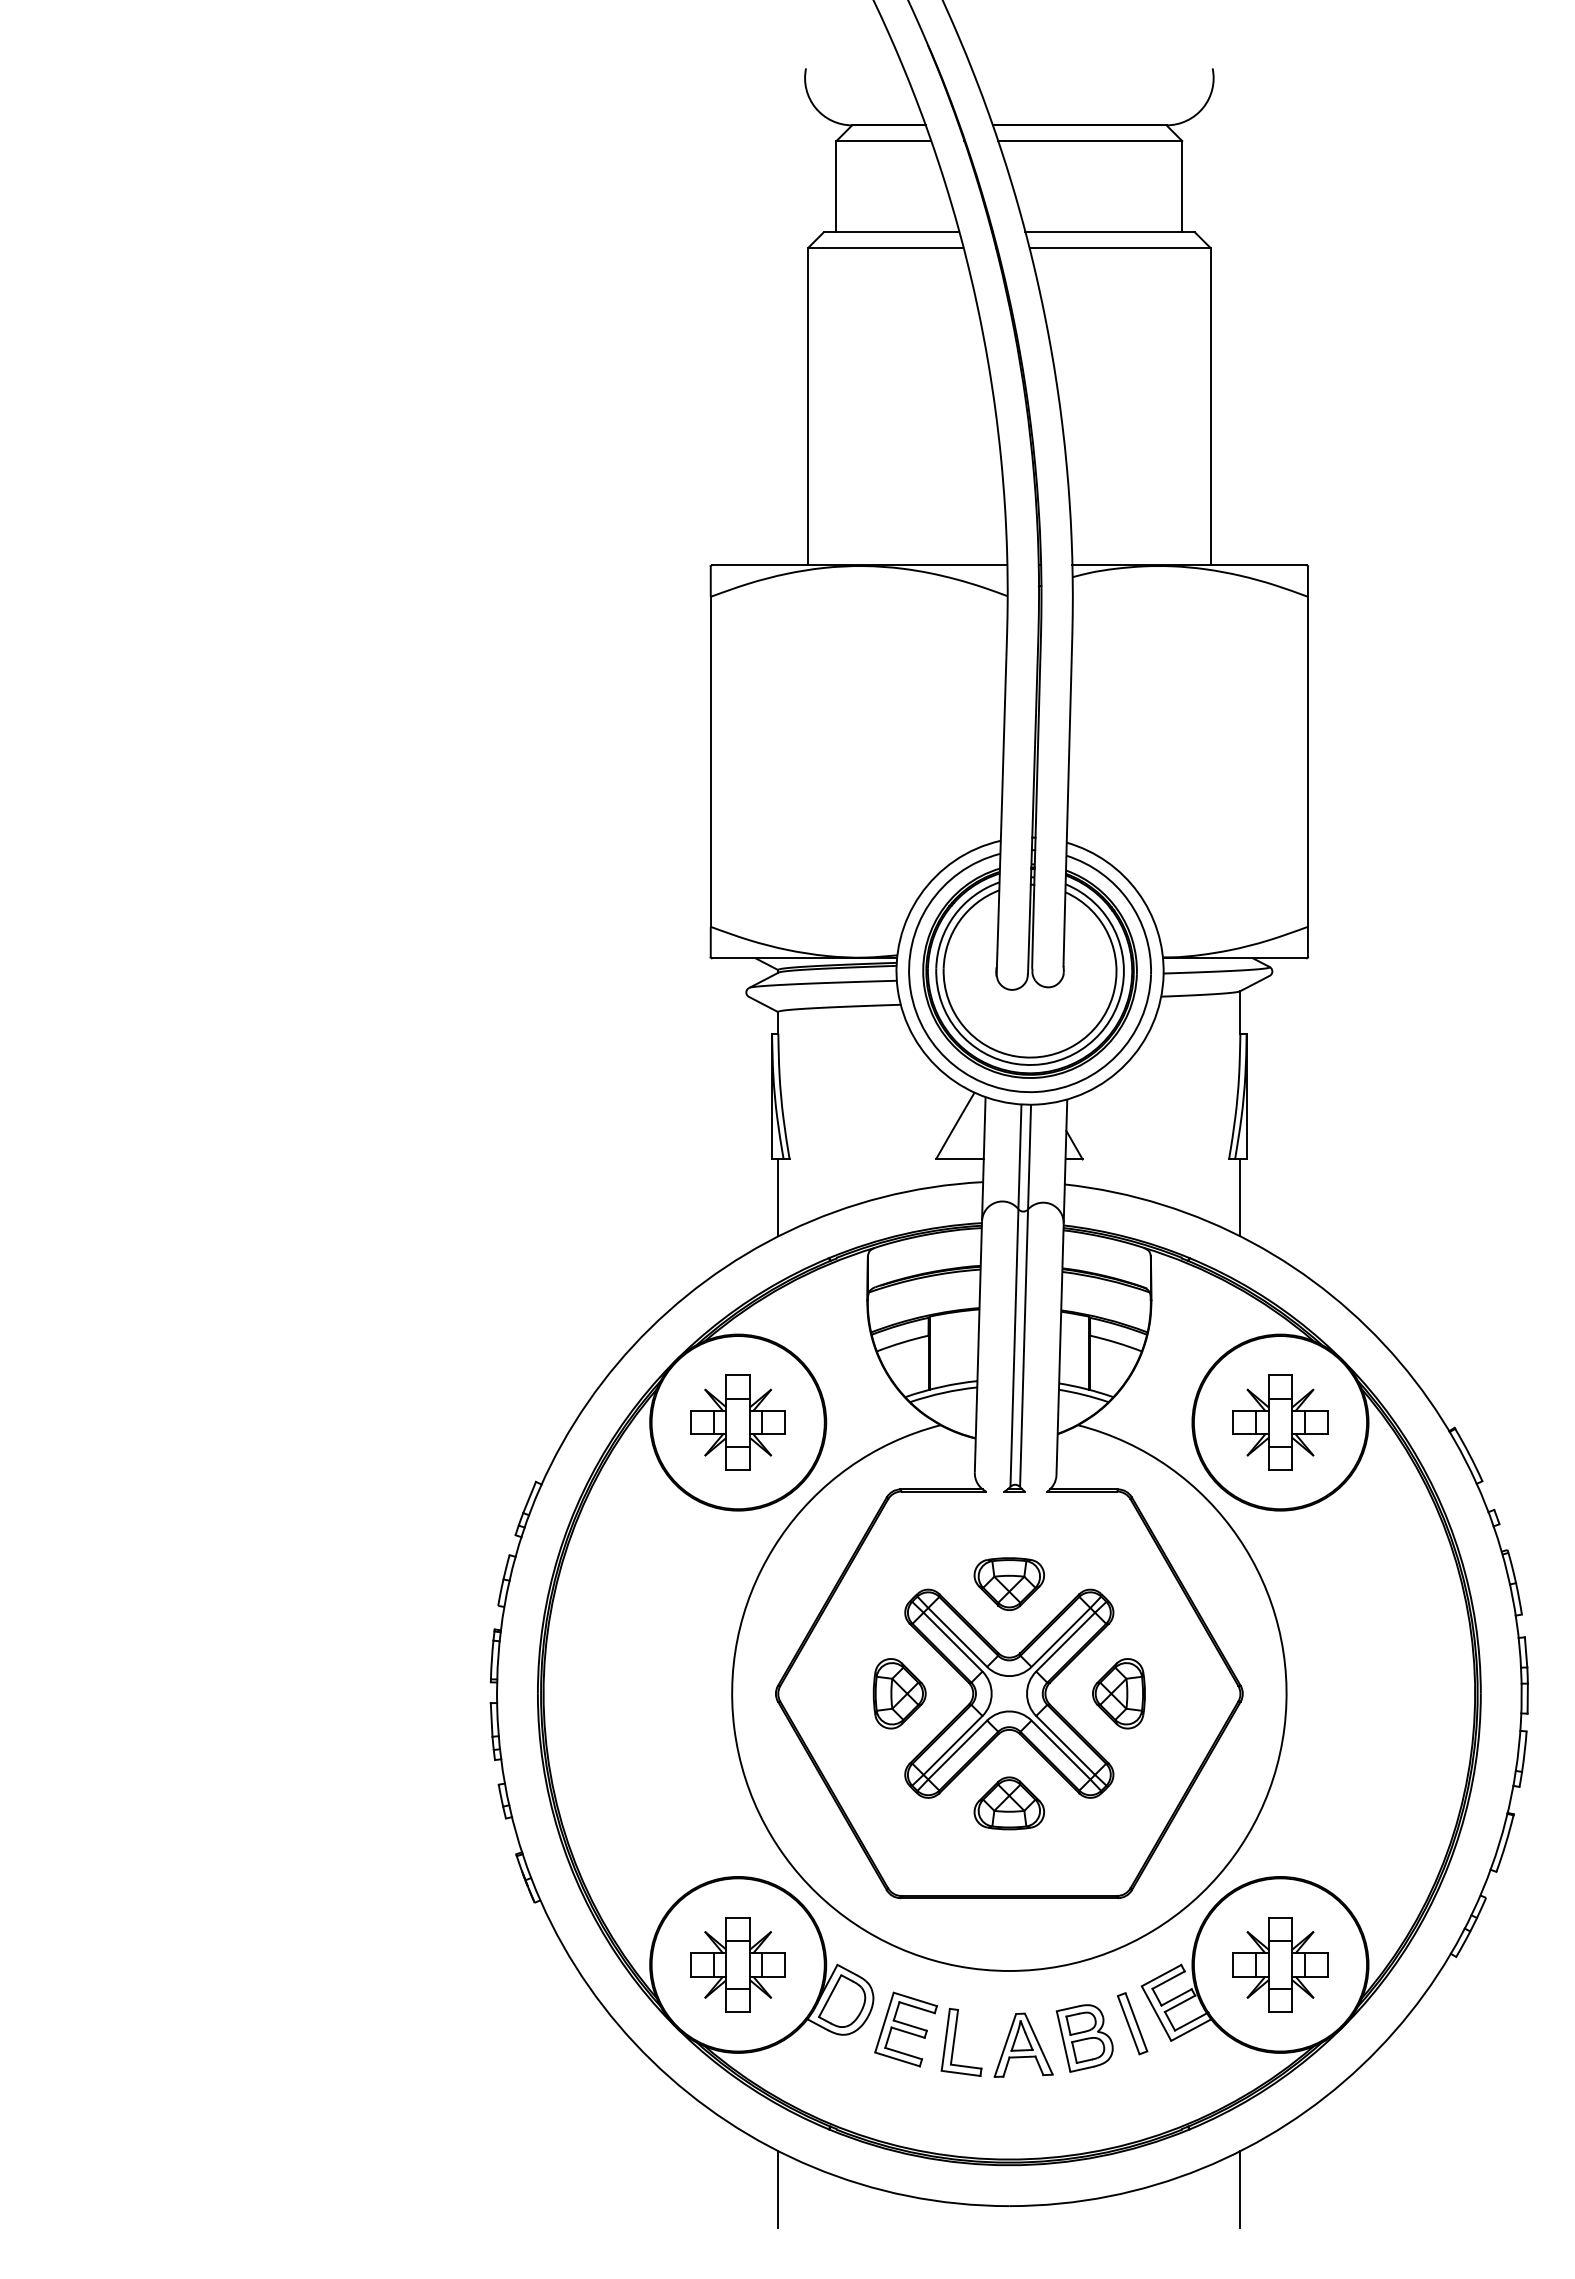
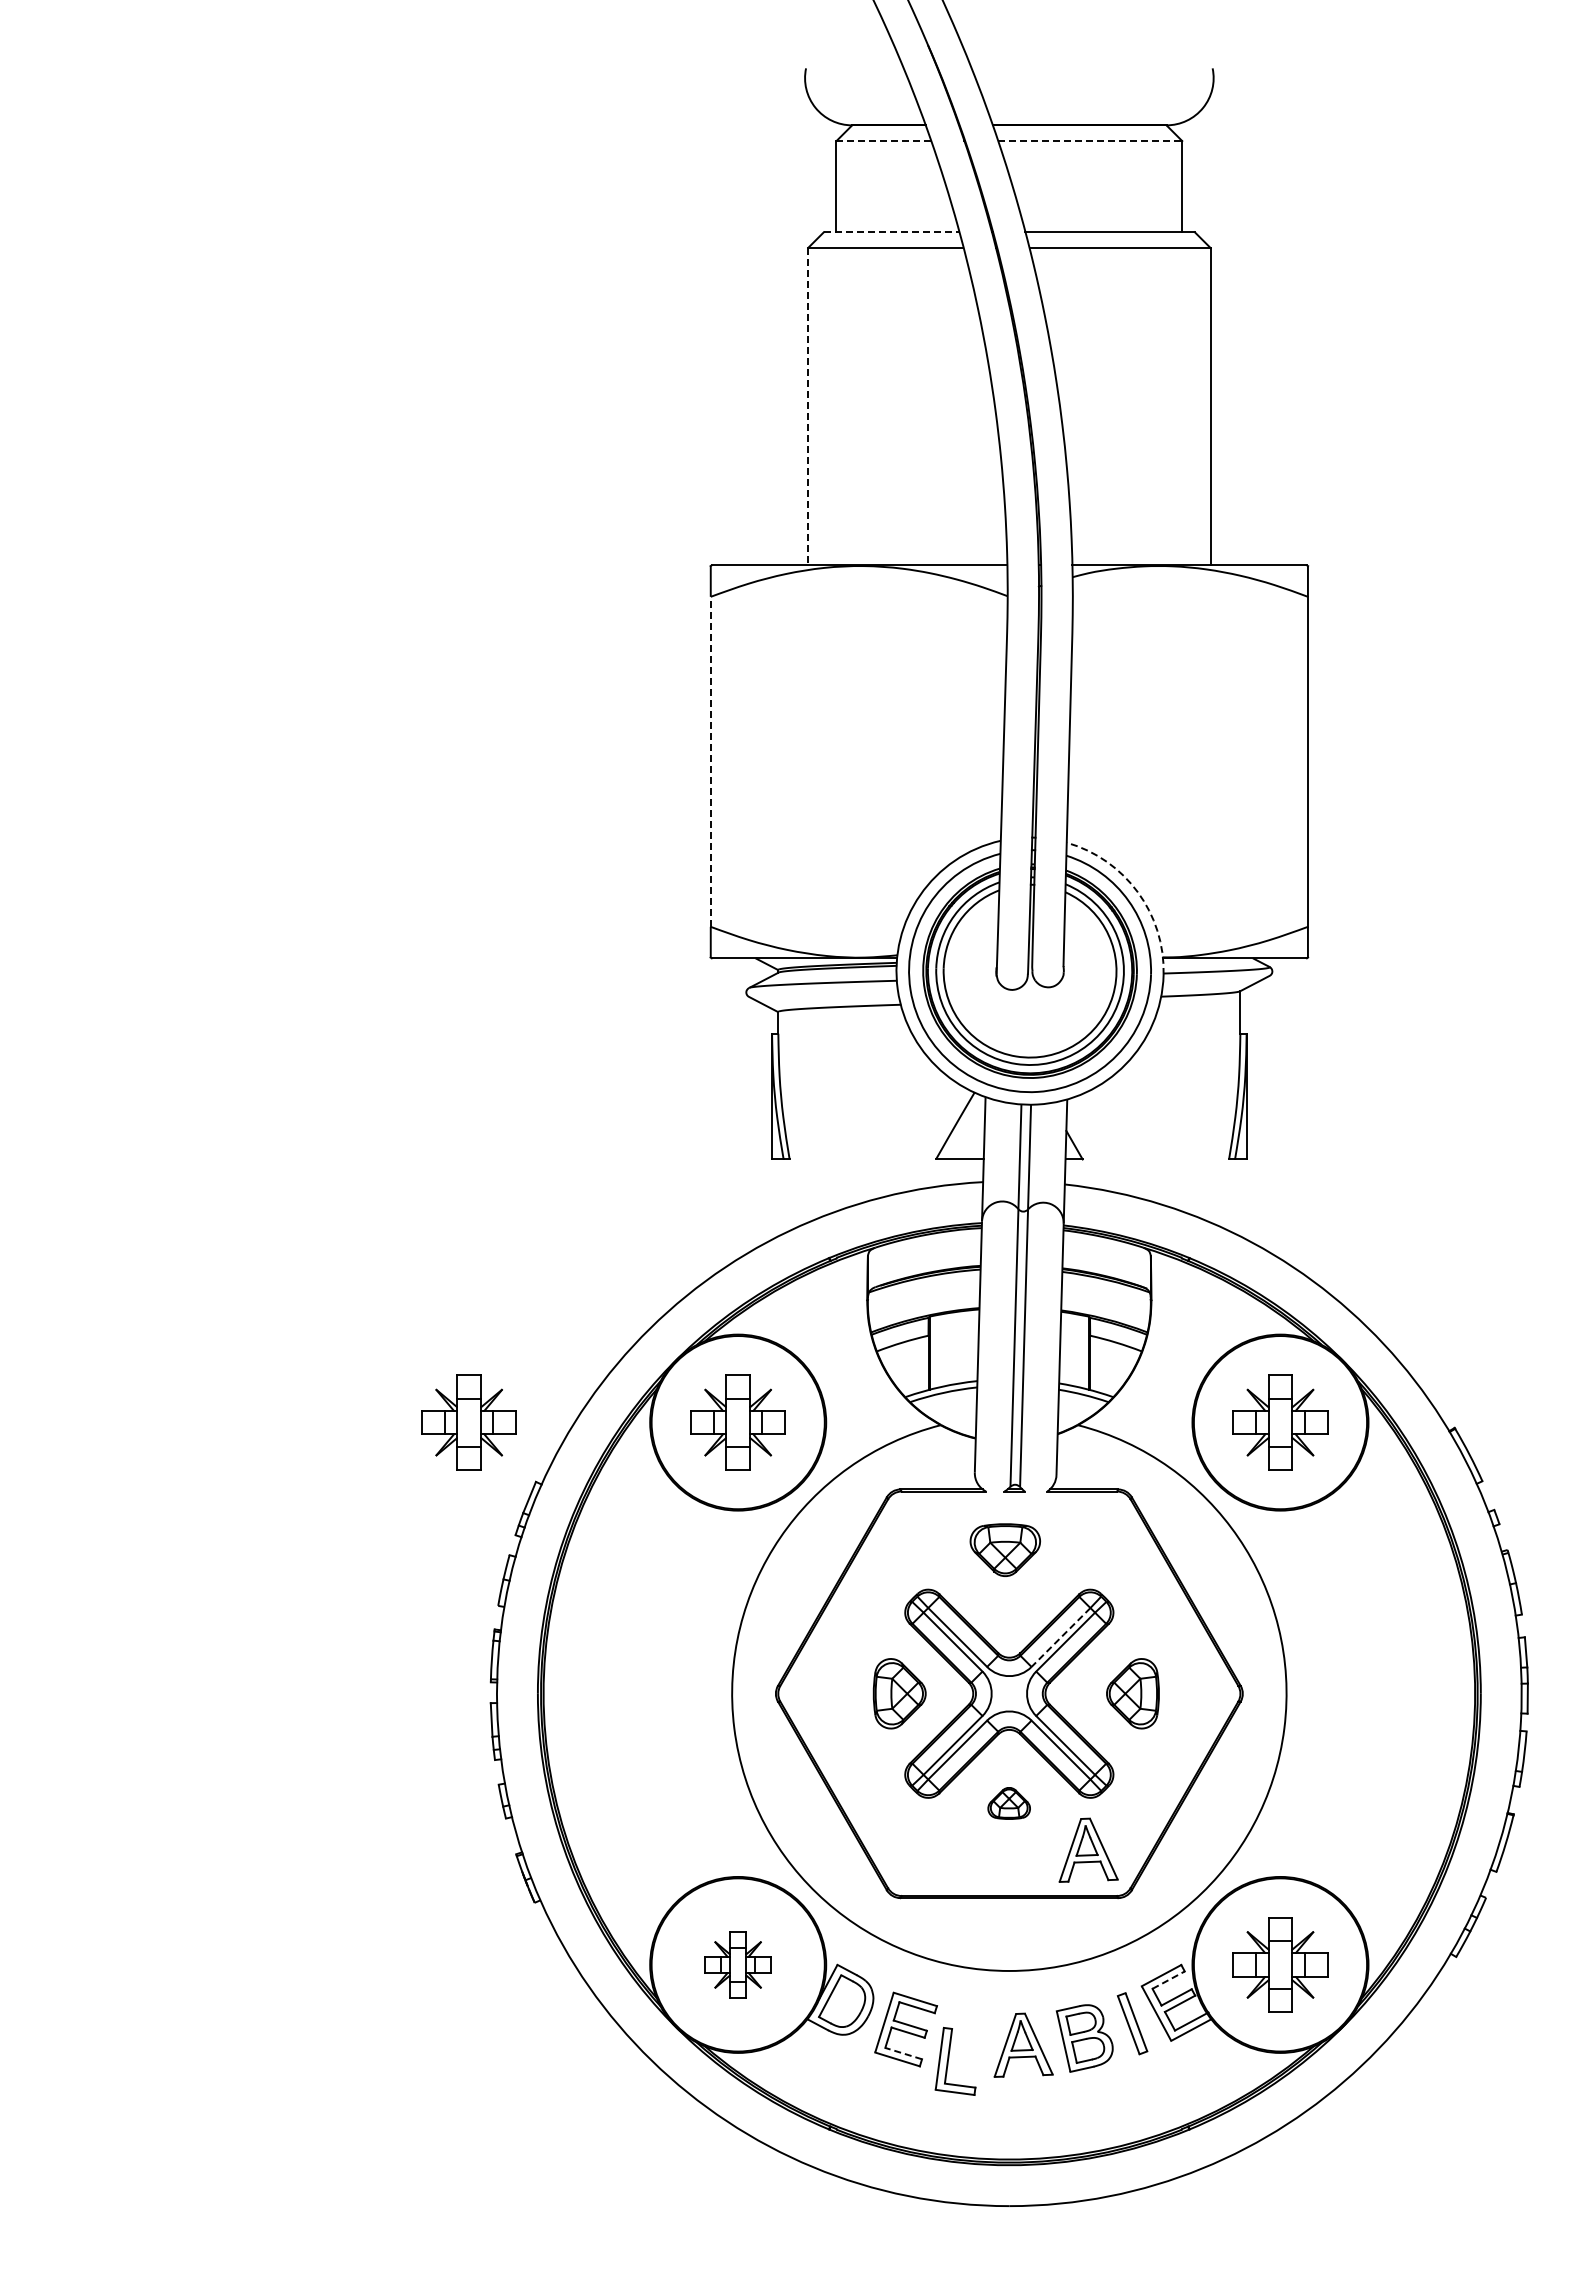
line at (884, 141): solid -> dashed
line at (1090, 141): solid -> dashed
line at (891, 232): solid -> dashed
line at (808, 406): solid -> dashed
line at (710, 761): solid -> dashed
arc at (1137, 892): solid -> dashed
line at (778, 1197): present -> none
line at (1240, 1197): present -> none
part at (468, 1422): none -> present
part at (1008, 1583) position: (1008, 1583) -> (1004, 1549)
line at (1061, 1637): solid -> dashed
part at (1118, 1693) position: (1118, 1693) -> (1132, 1693)
part at (1008, 1803) size: 72x55 px -> 44x33 px
part at (1088, 1849): none -> present
part at (737, 1964) size: 96x96 px -> 68x68 px
line at (1169, 1979): solid -> dashed
part at (955, 2039) position: (955, 2039) -> (949, 2058)
line at (903, 2053): solid -> dashed
line at (778, 2189): present -> none
line at (1240, 2189): present -> none
